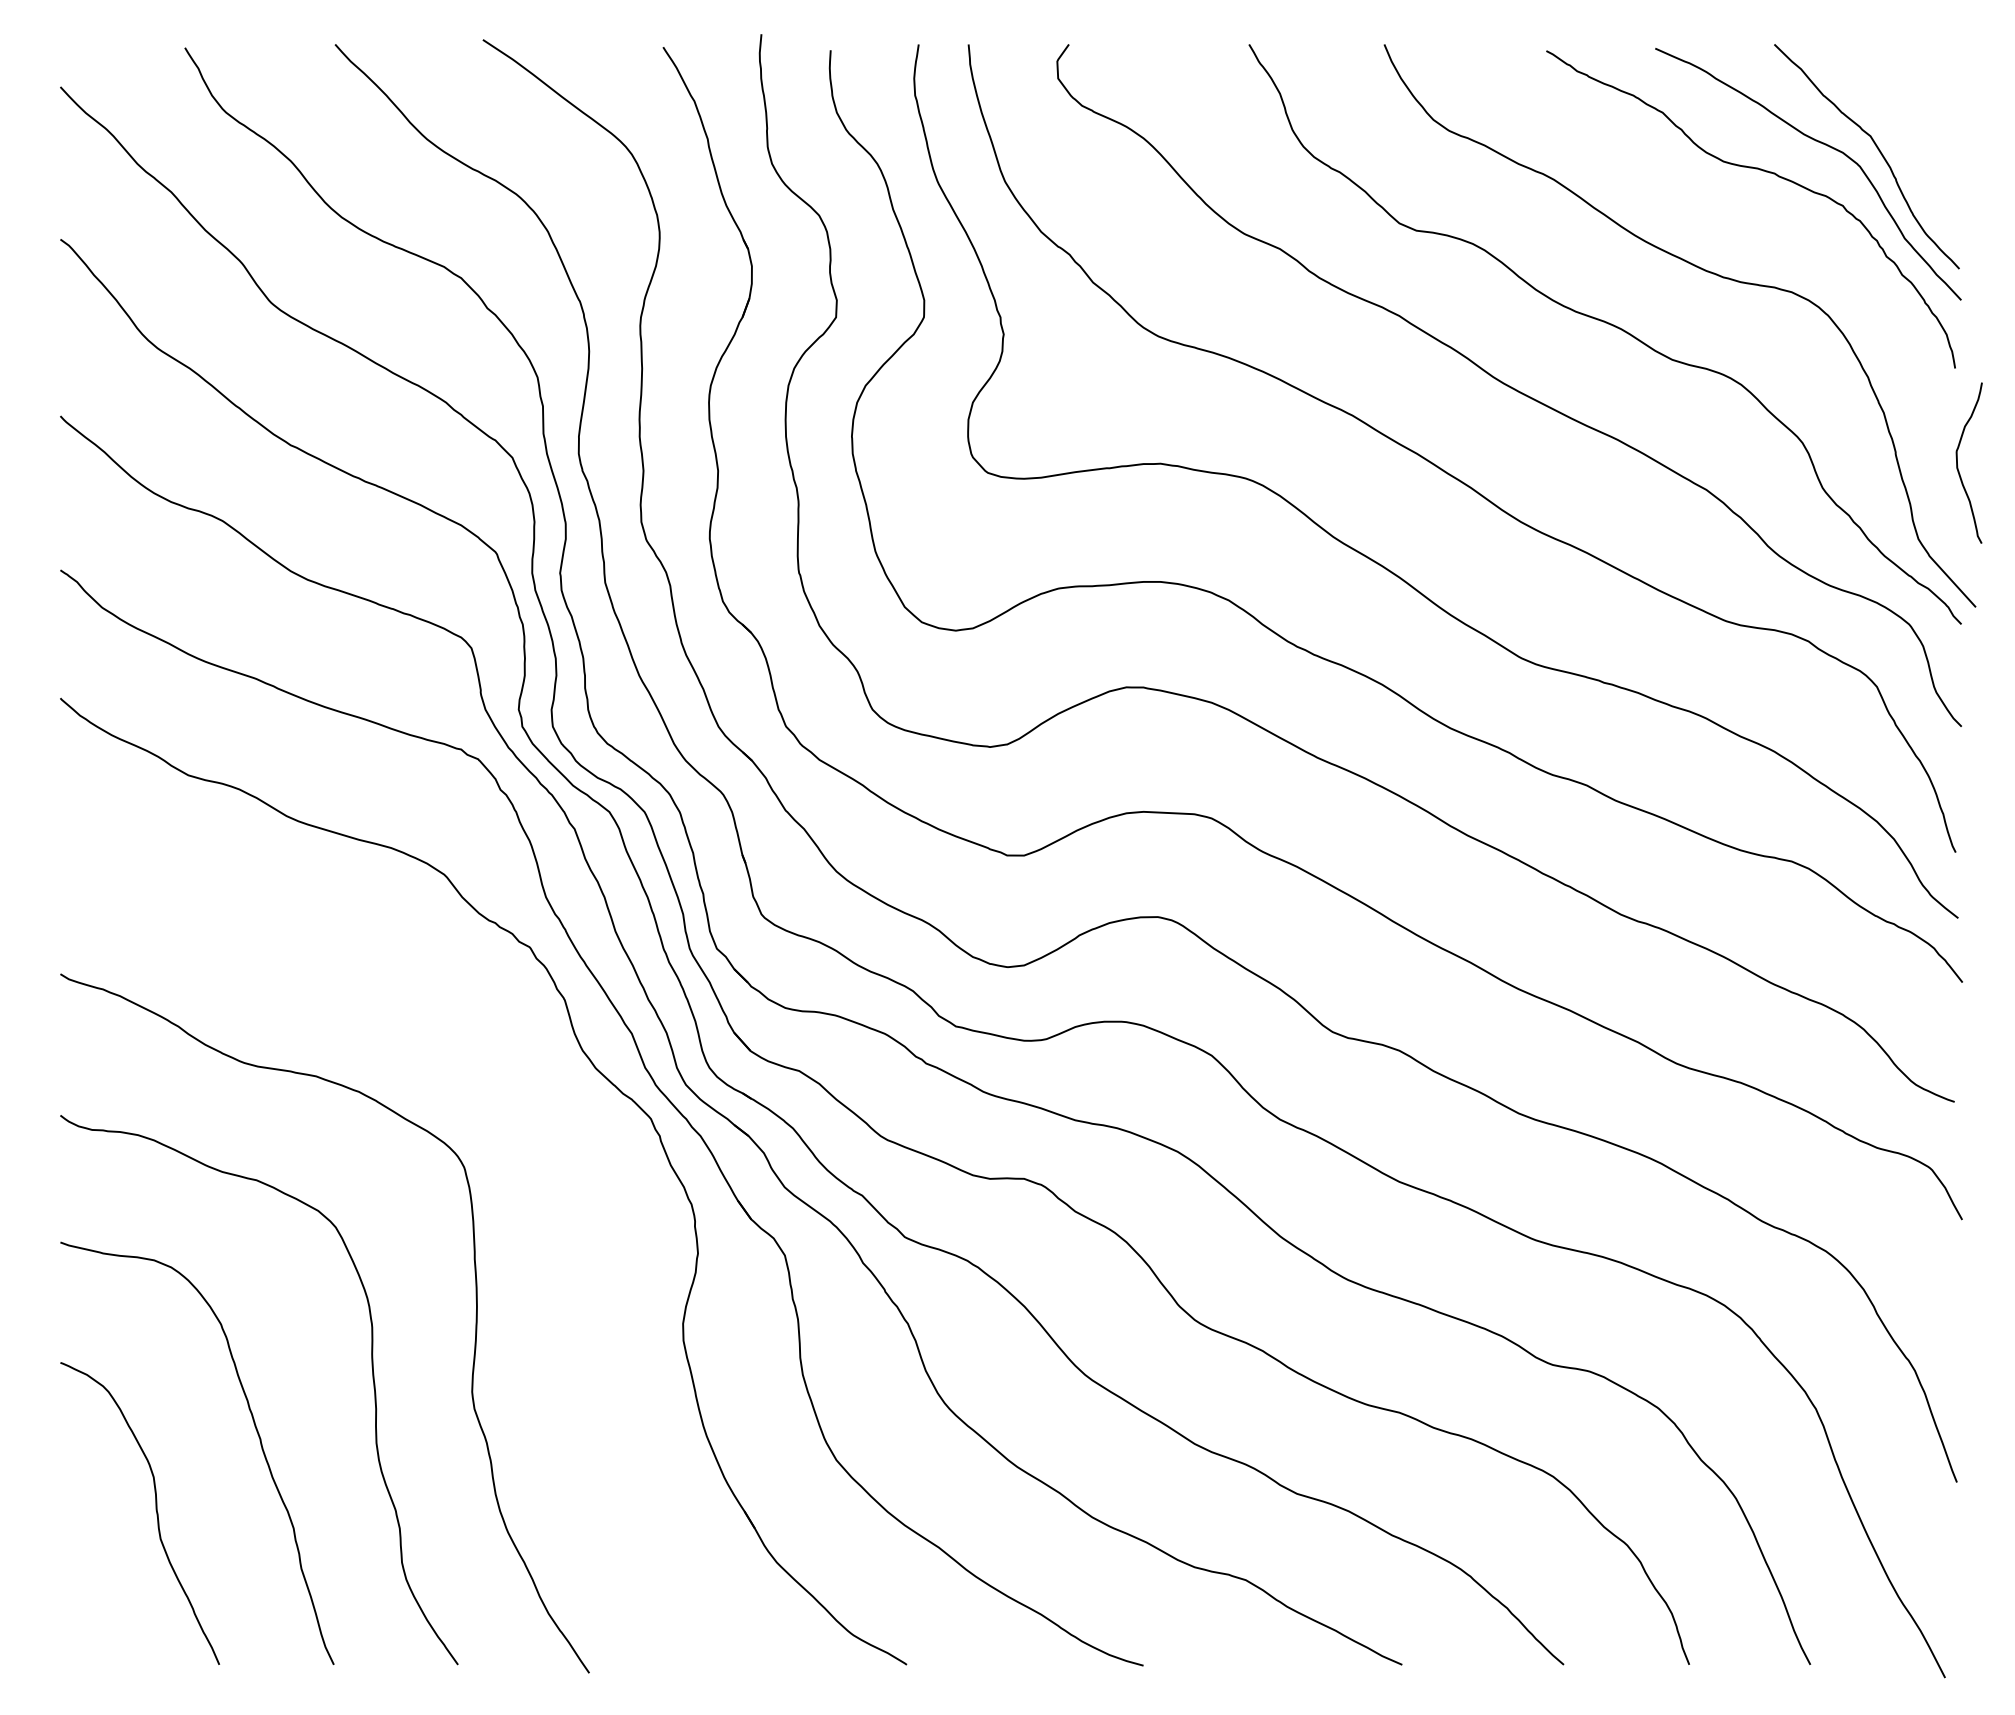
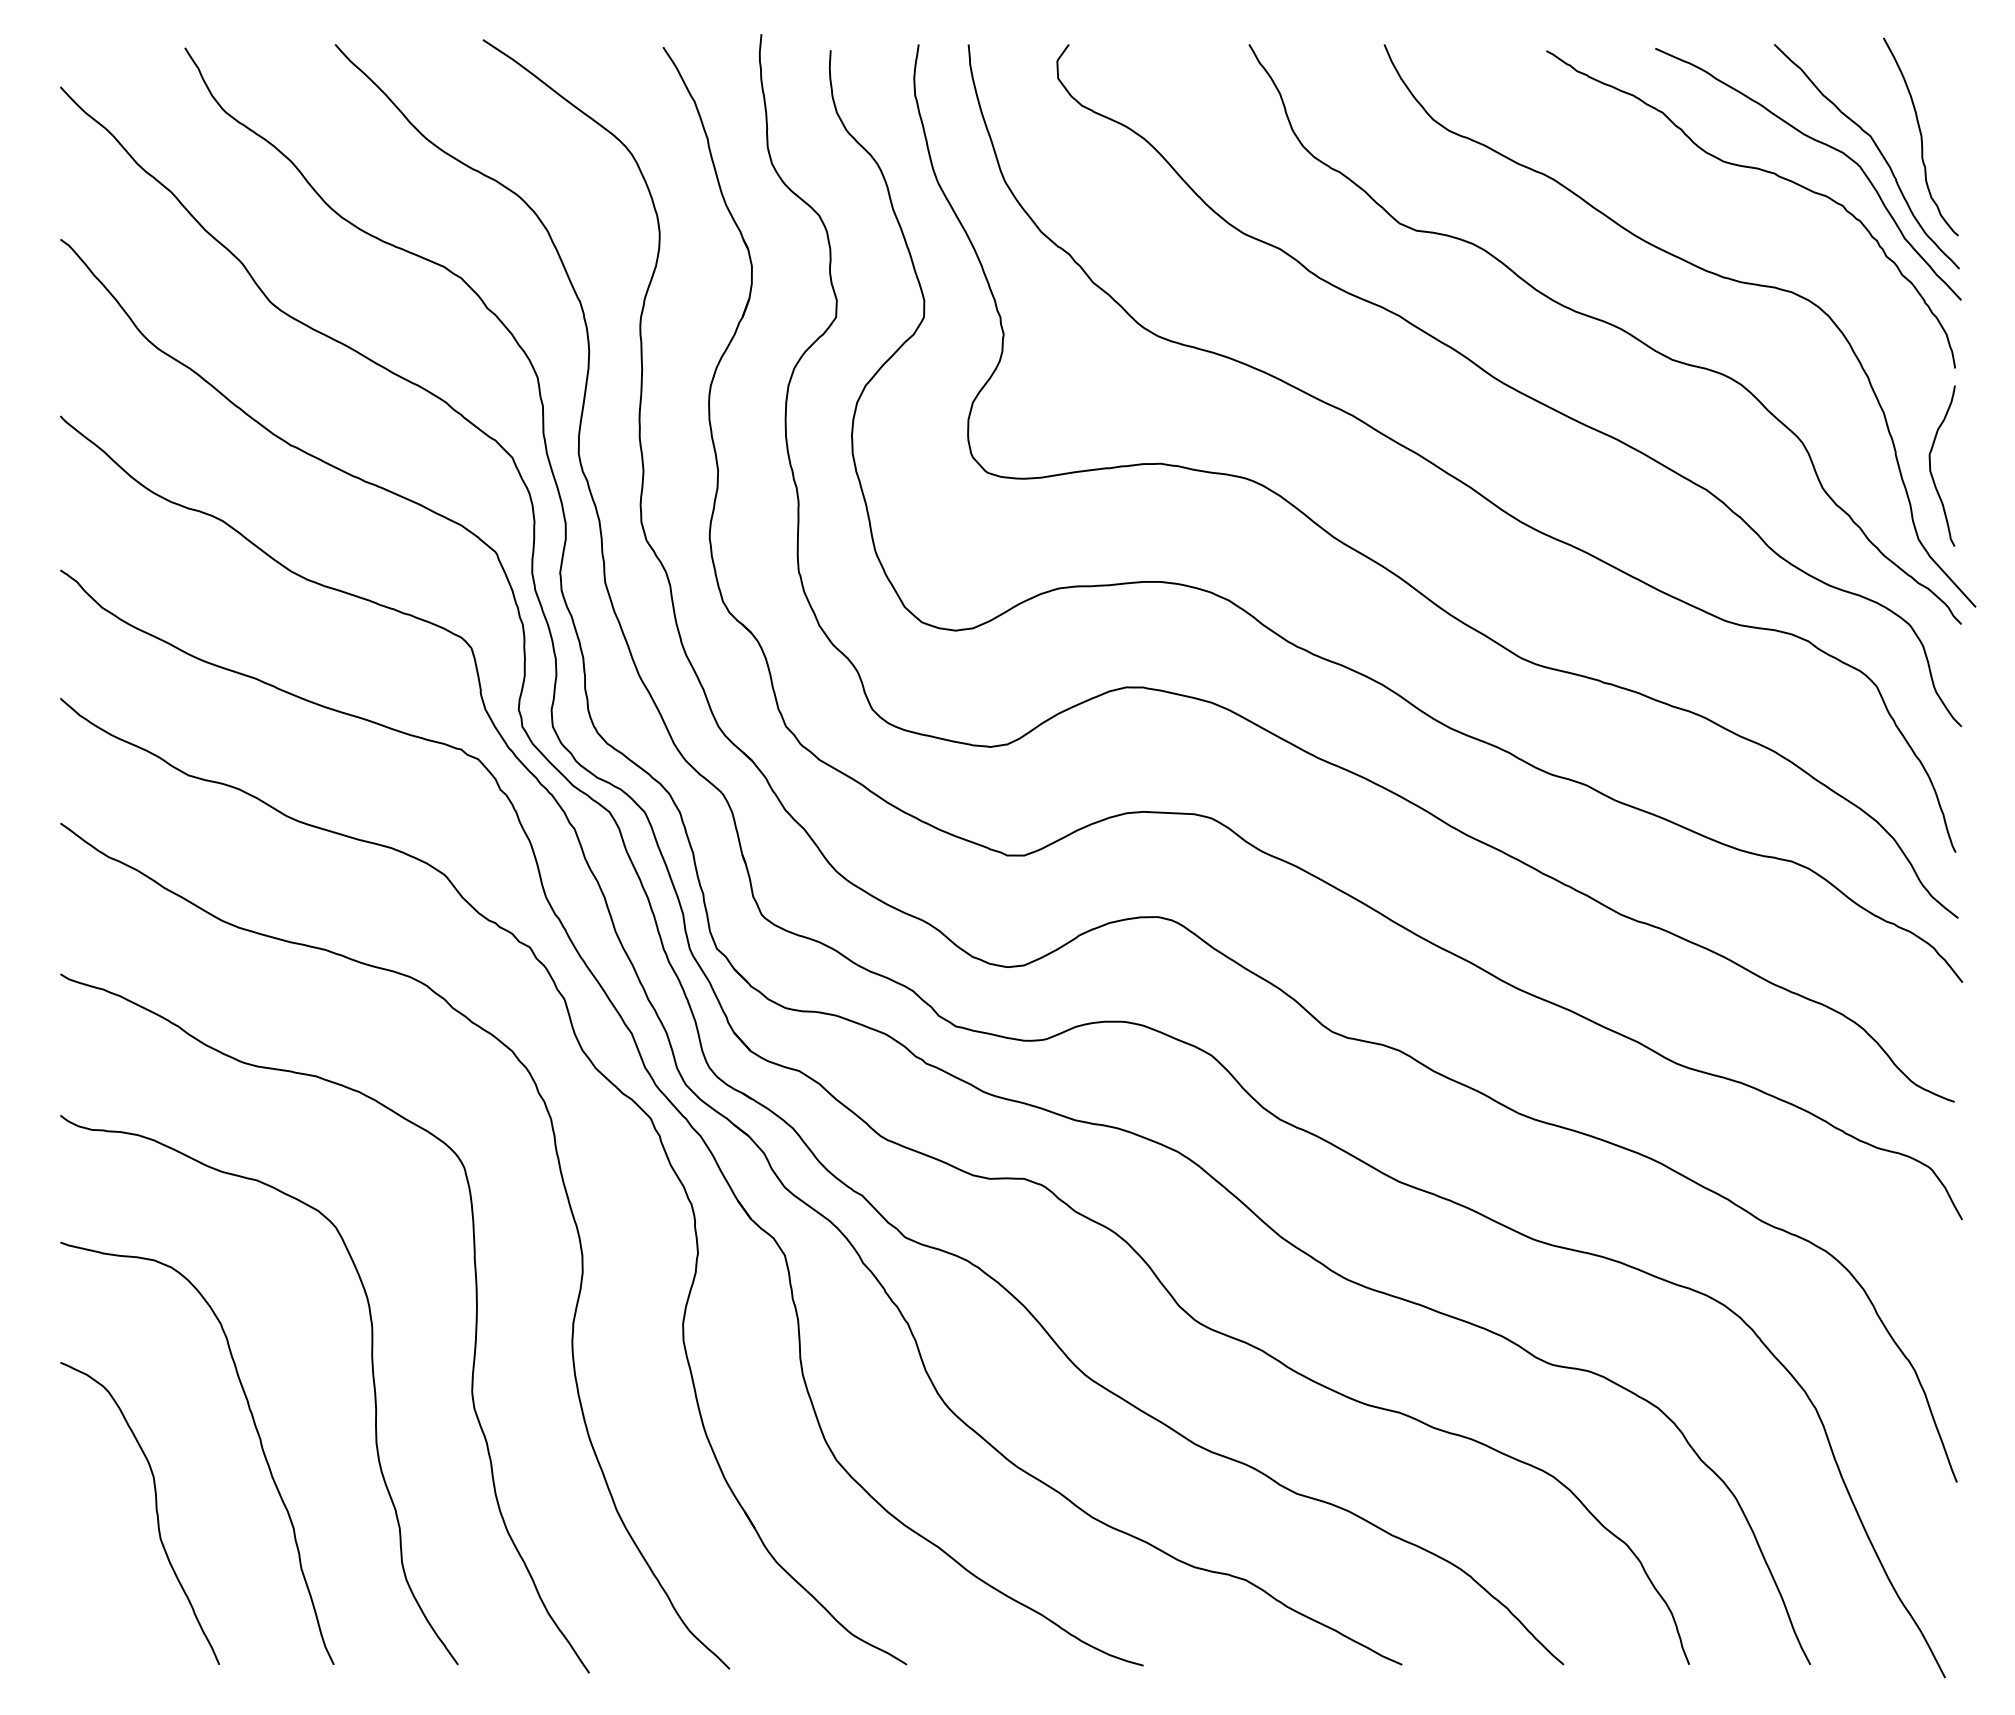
curve at (1920, 136): none -> present
curve at (1958, 466) position: (1958, 466) -> (1931, 469)
curve at (566, 1197): none -> present
